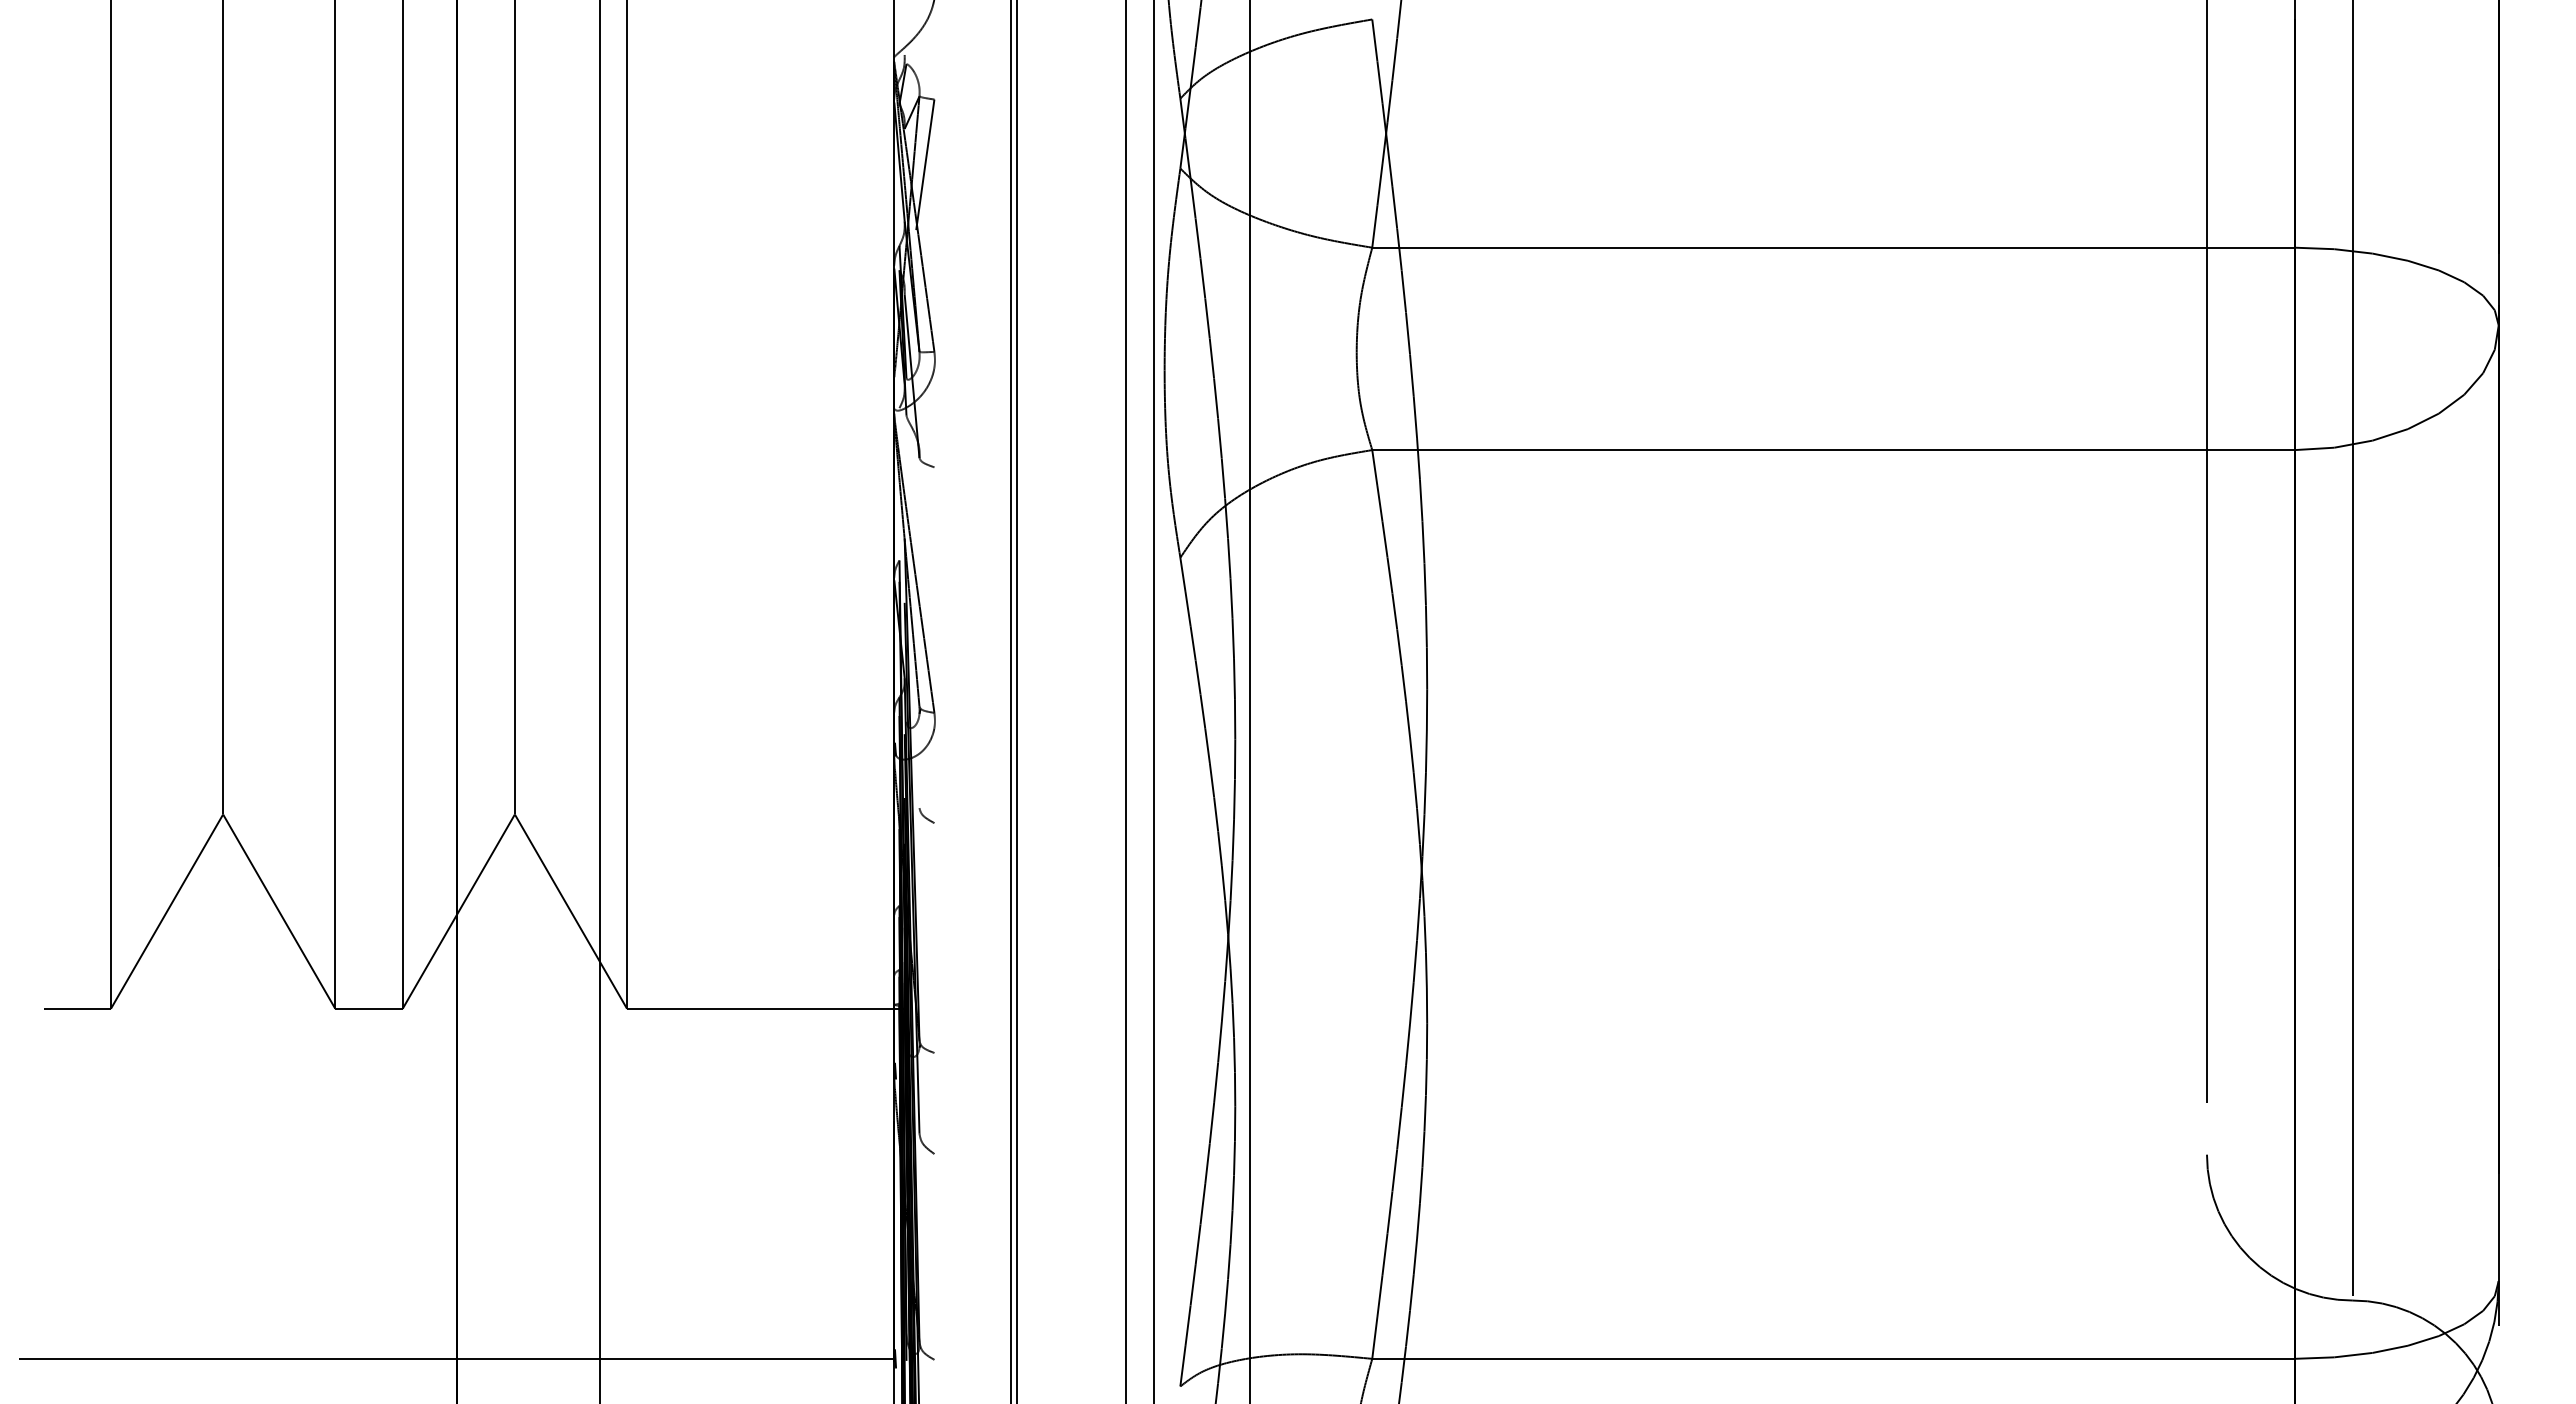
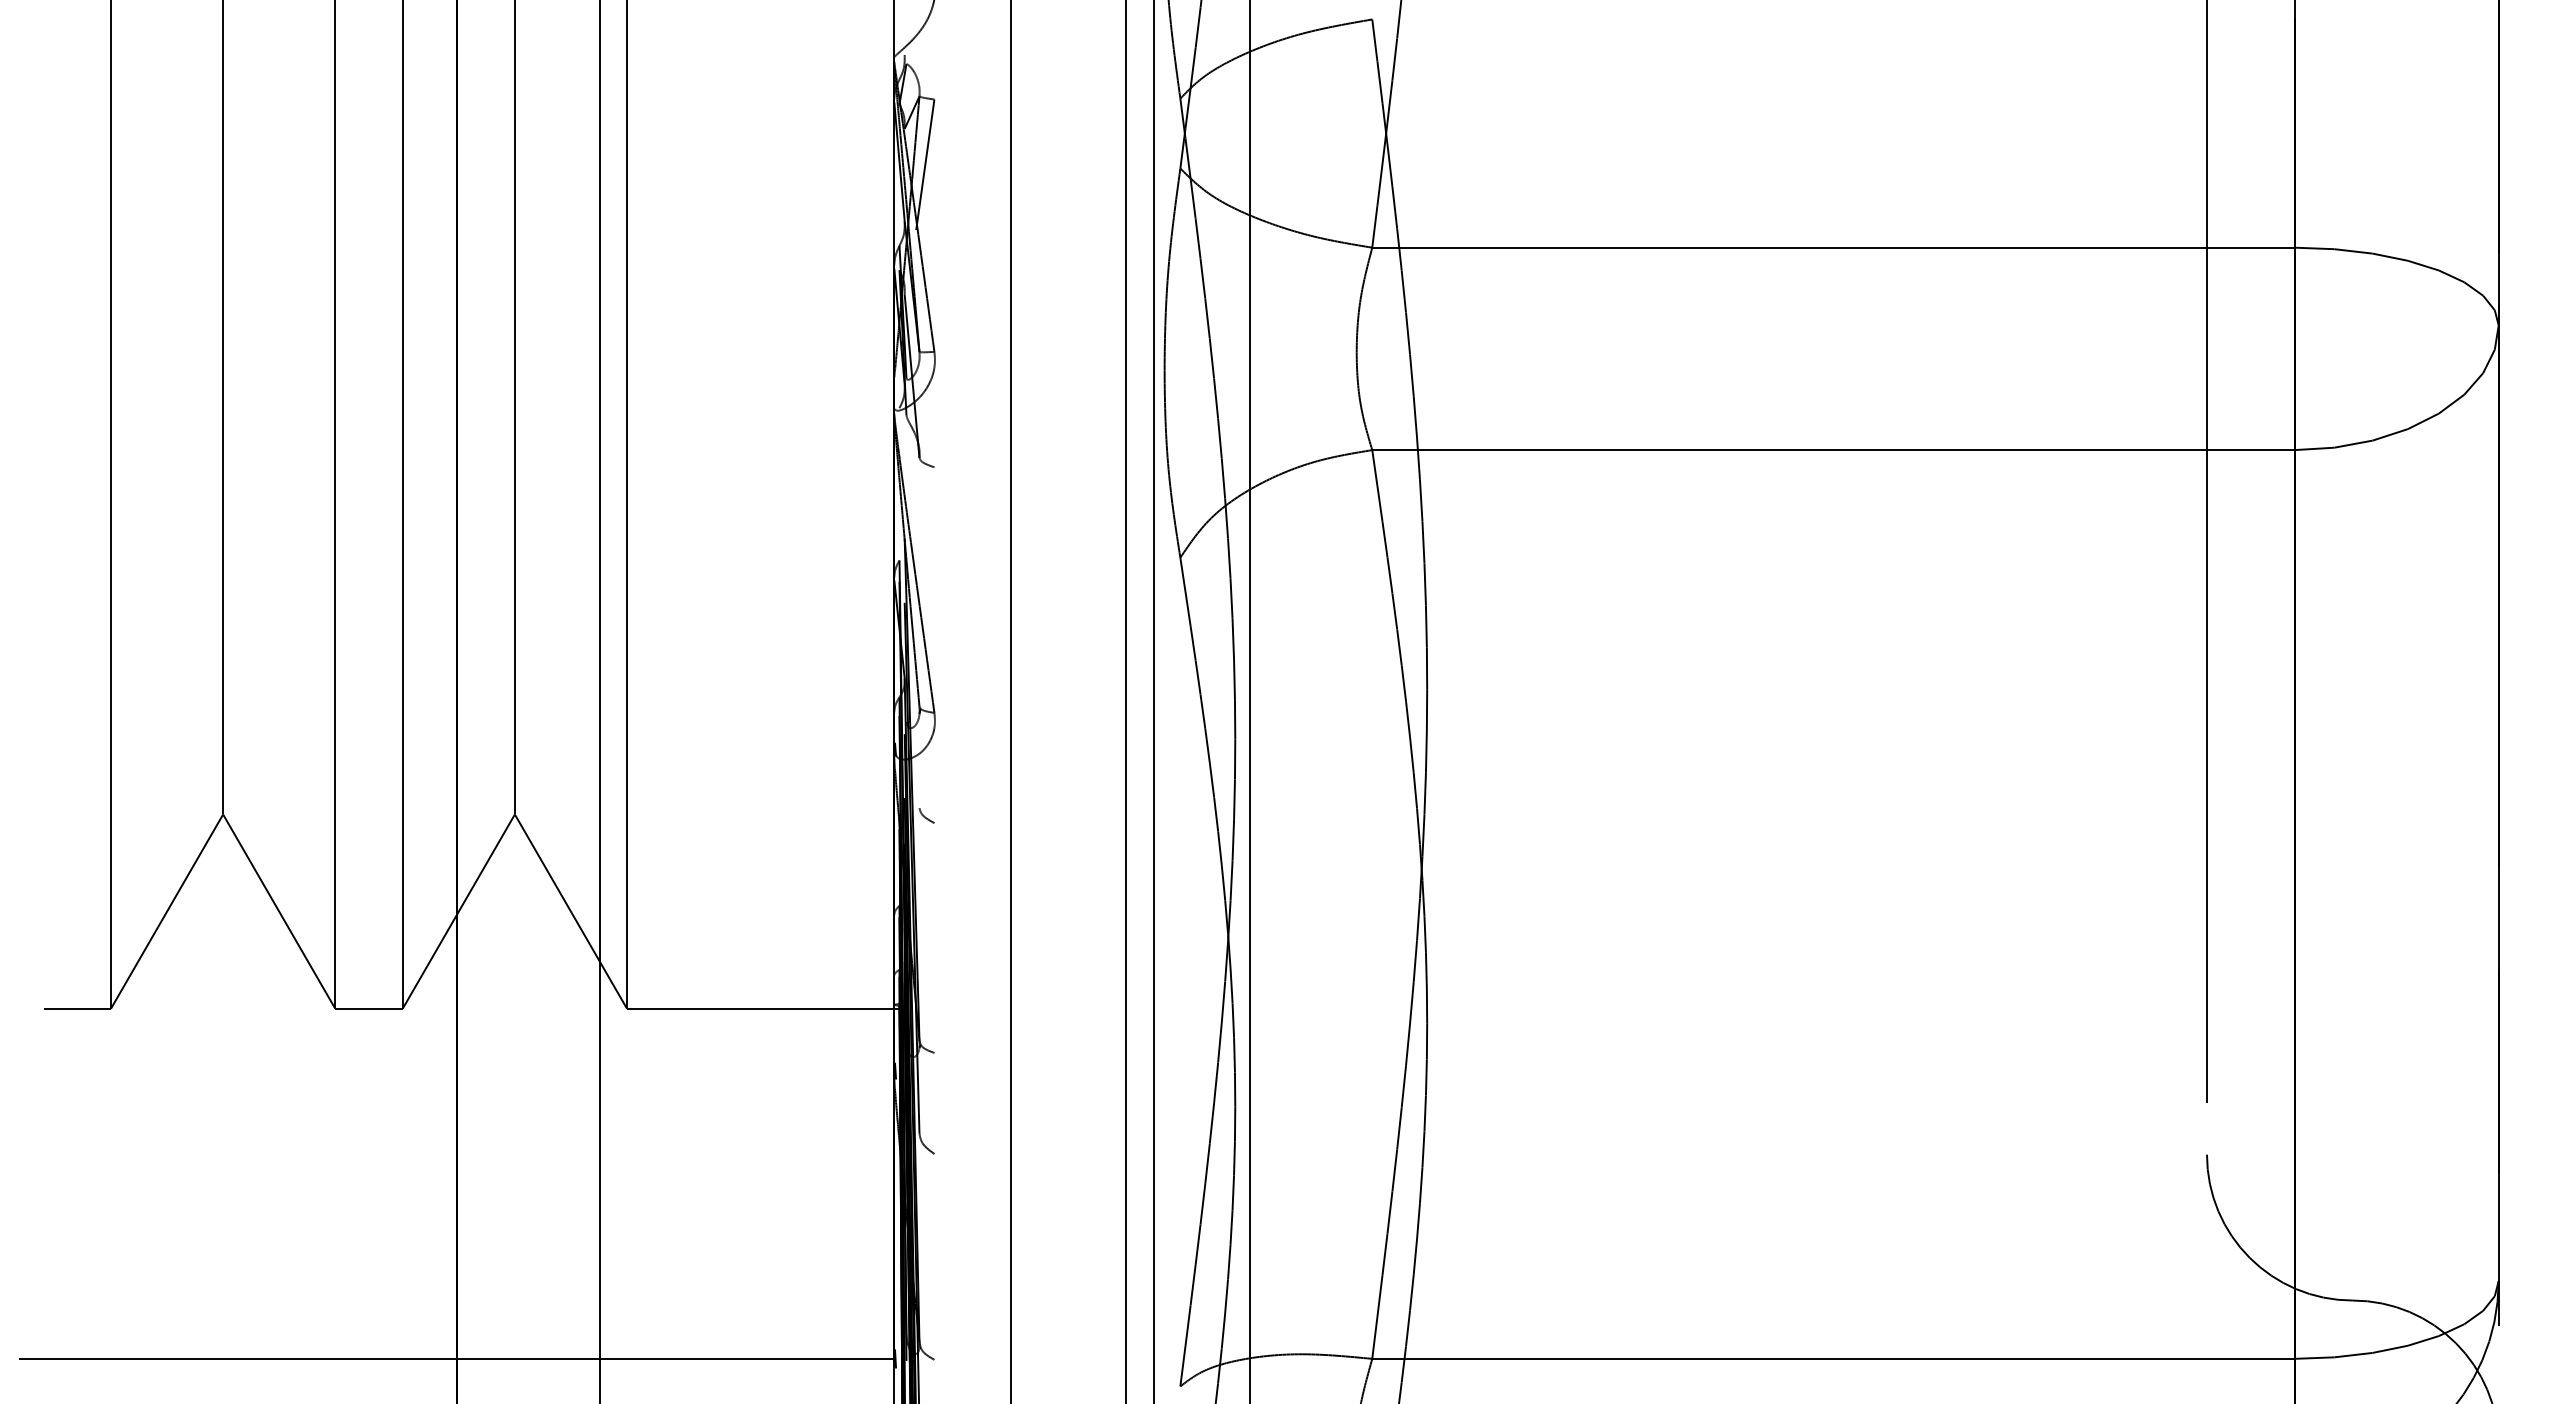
line at (2352, 648): present -> none
line at (1016, 701): present -> none
